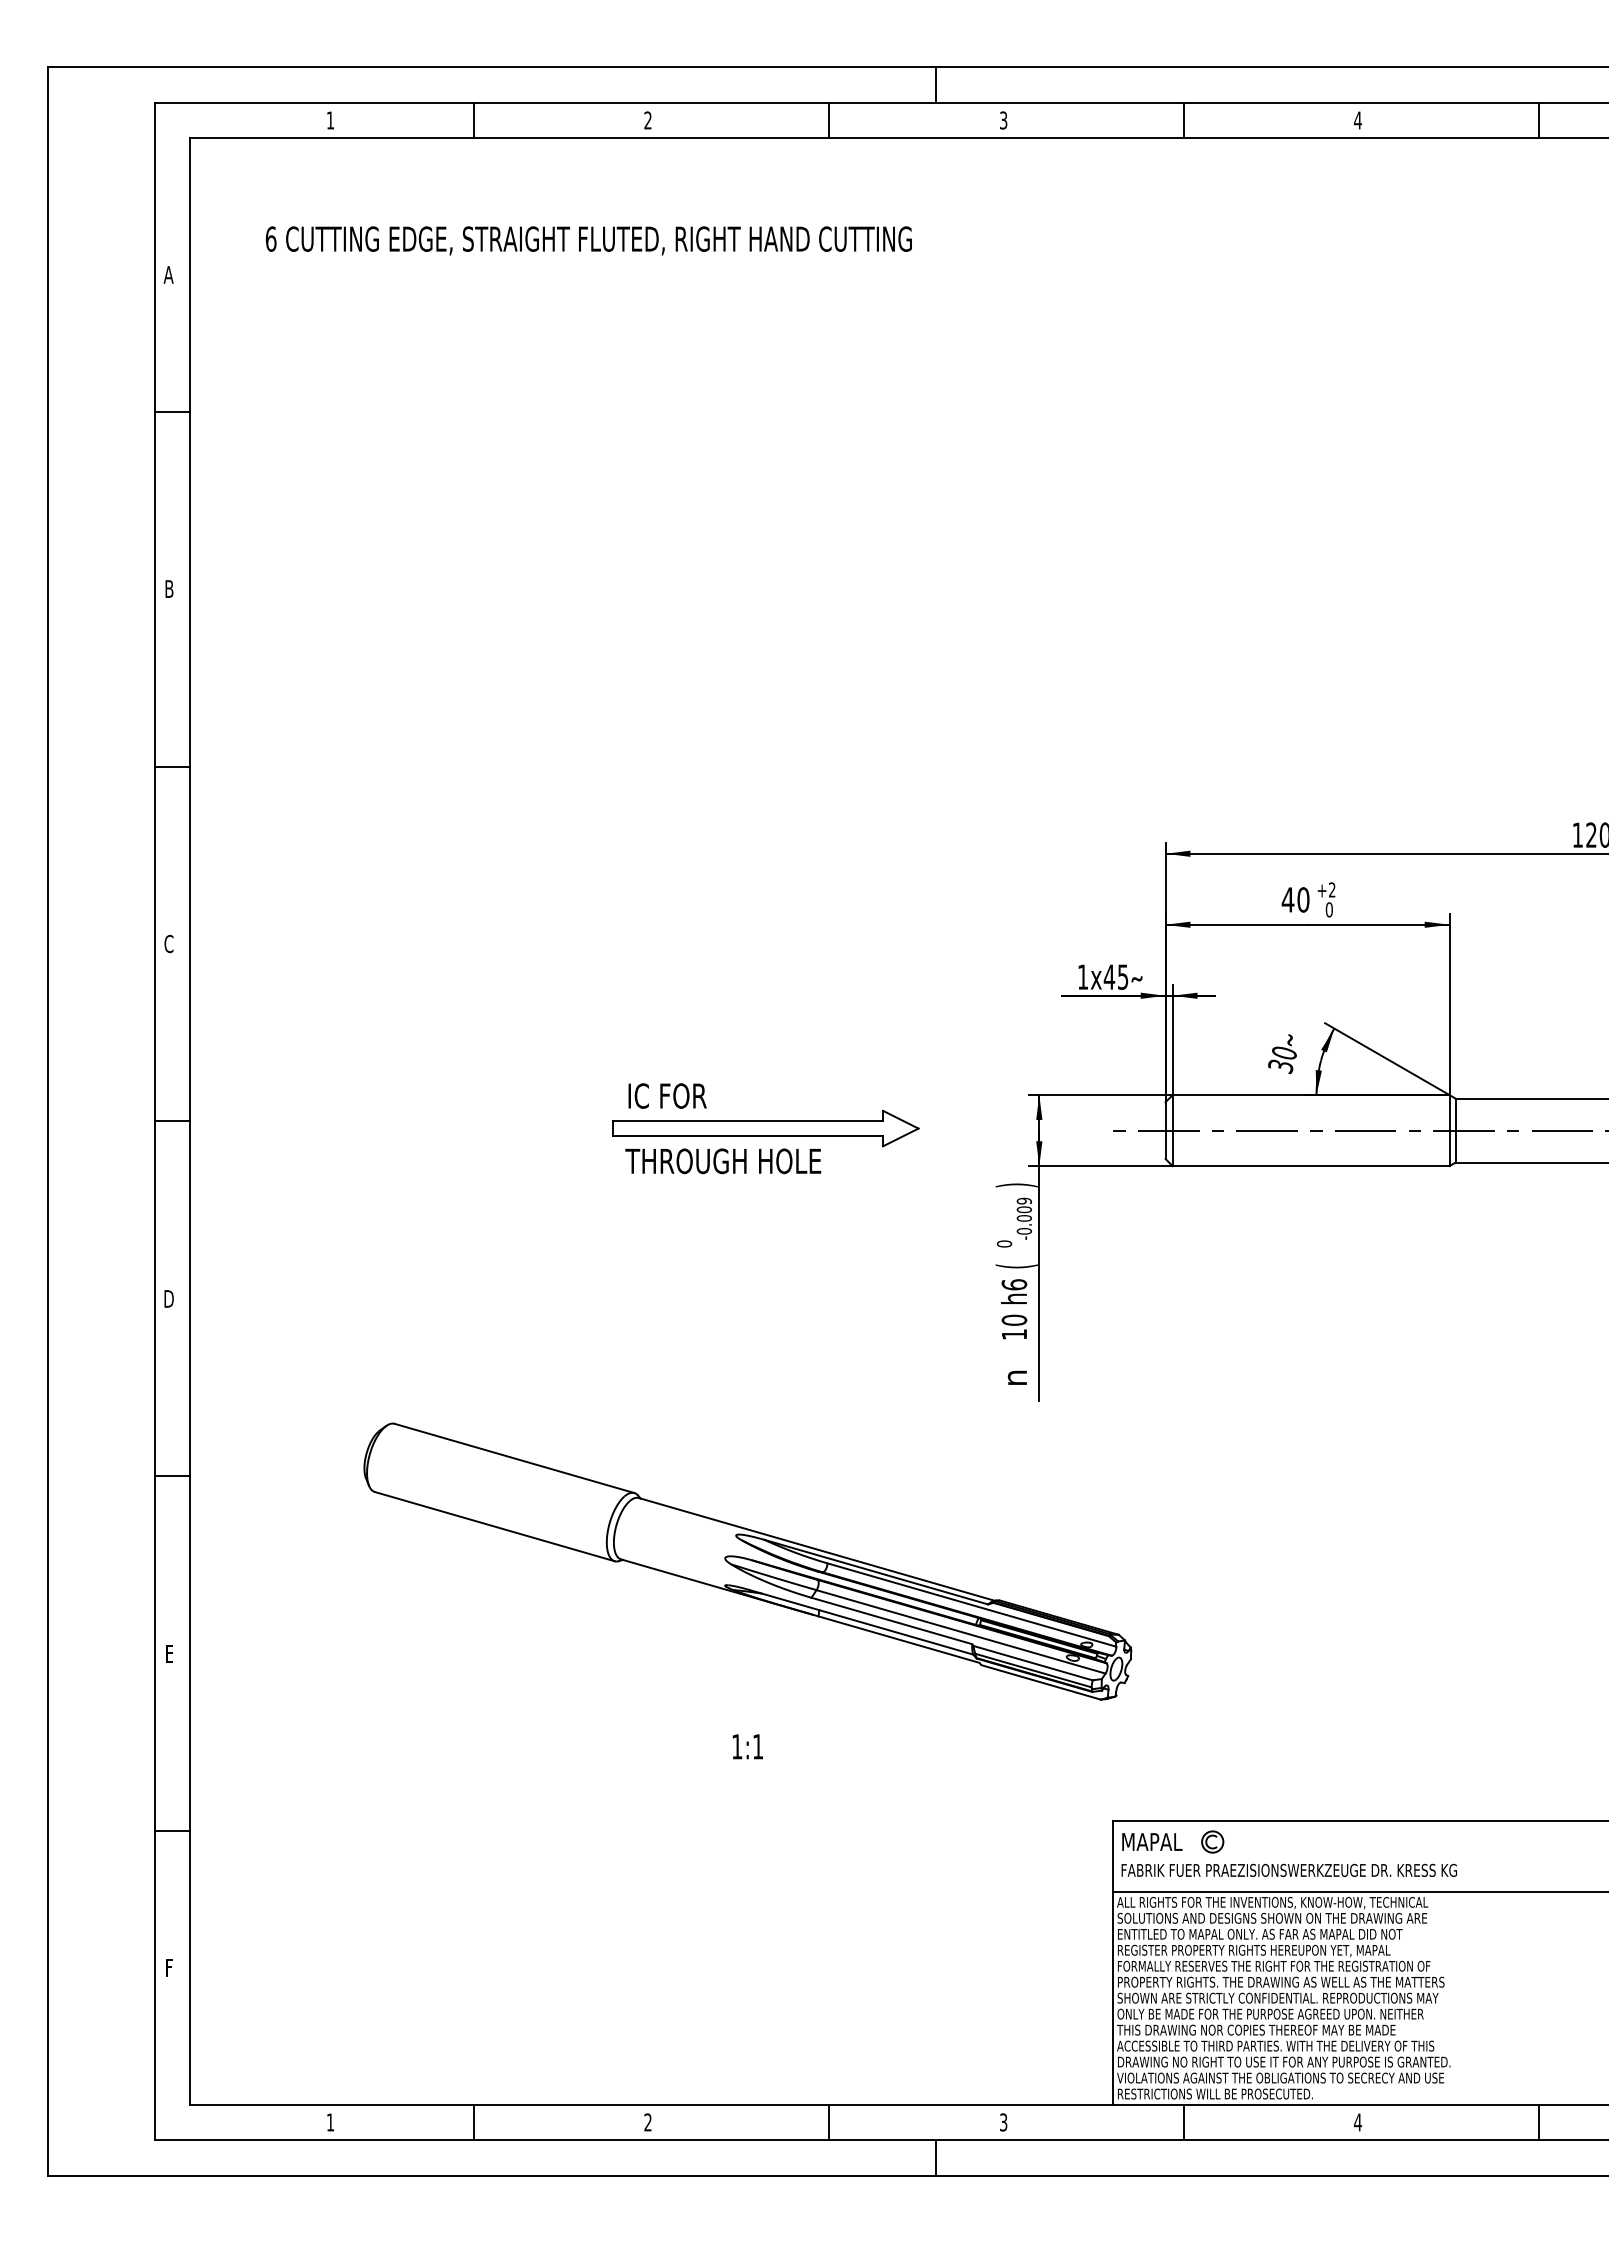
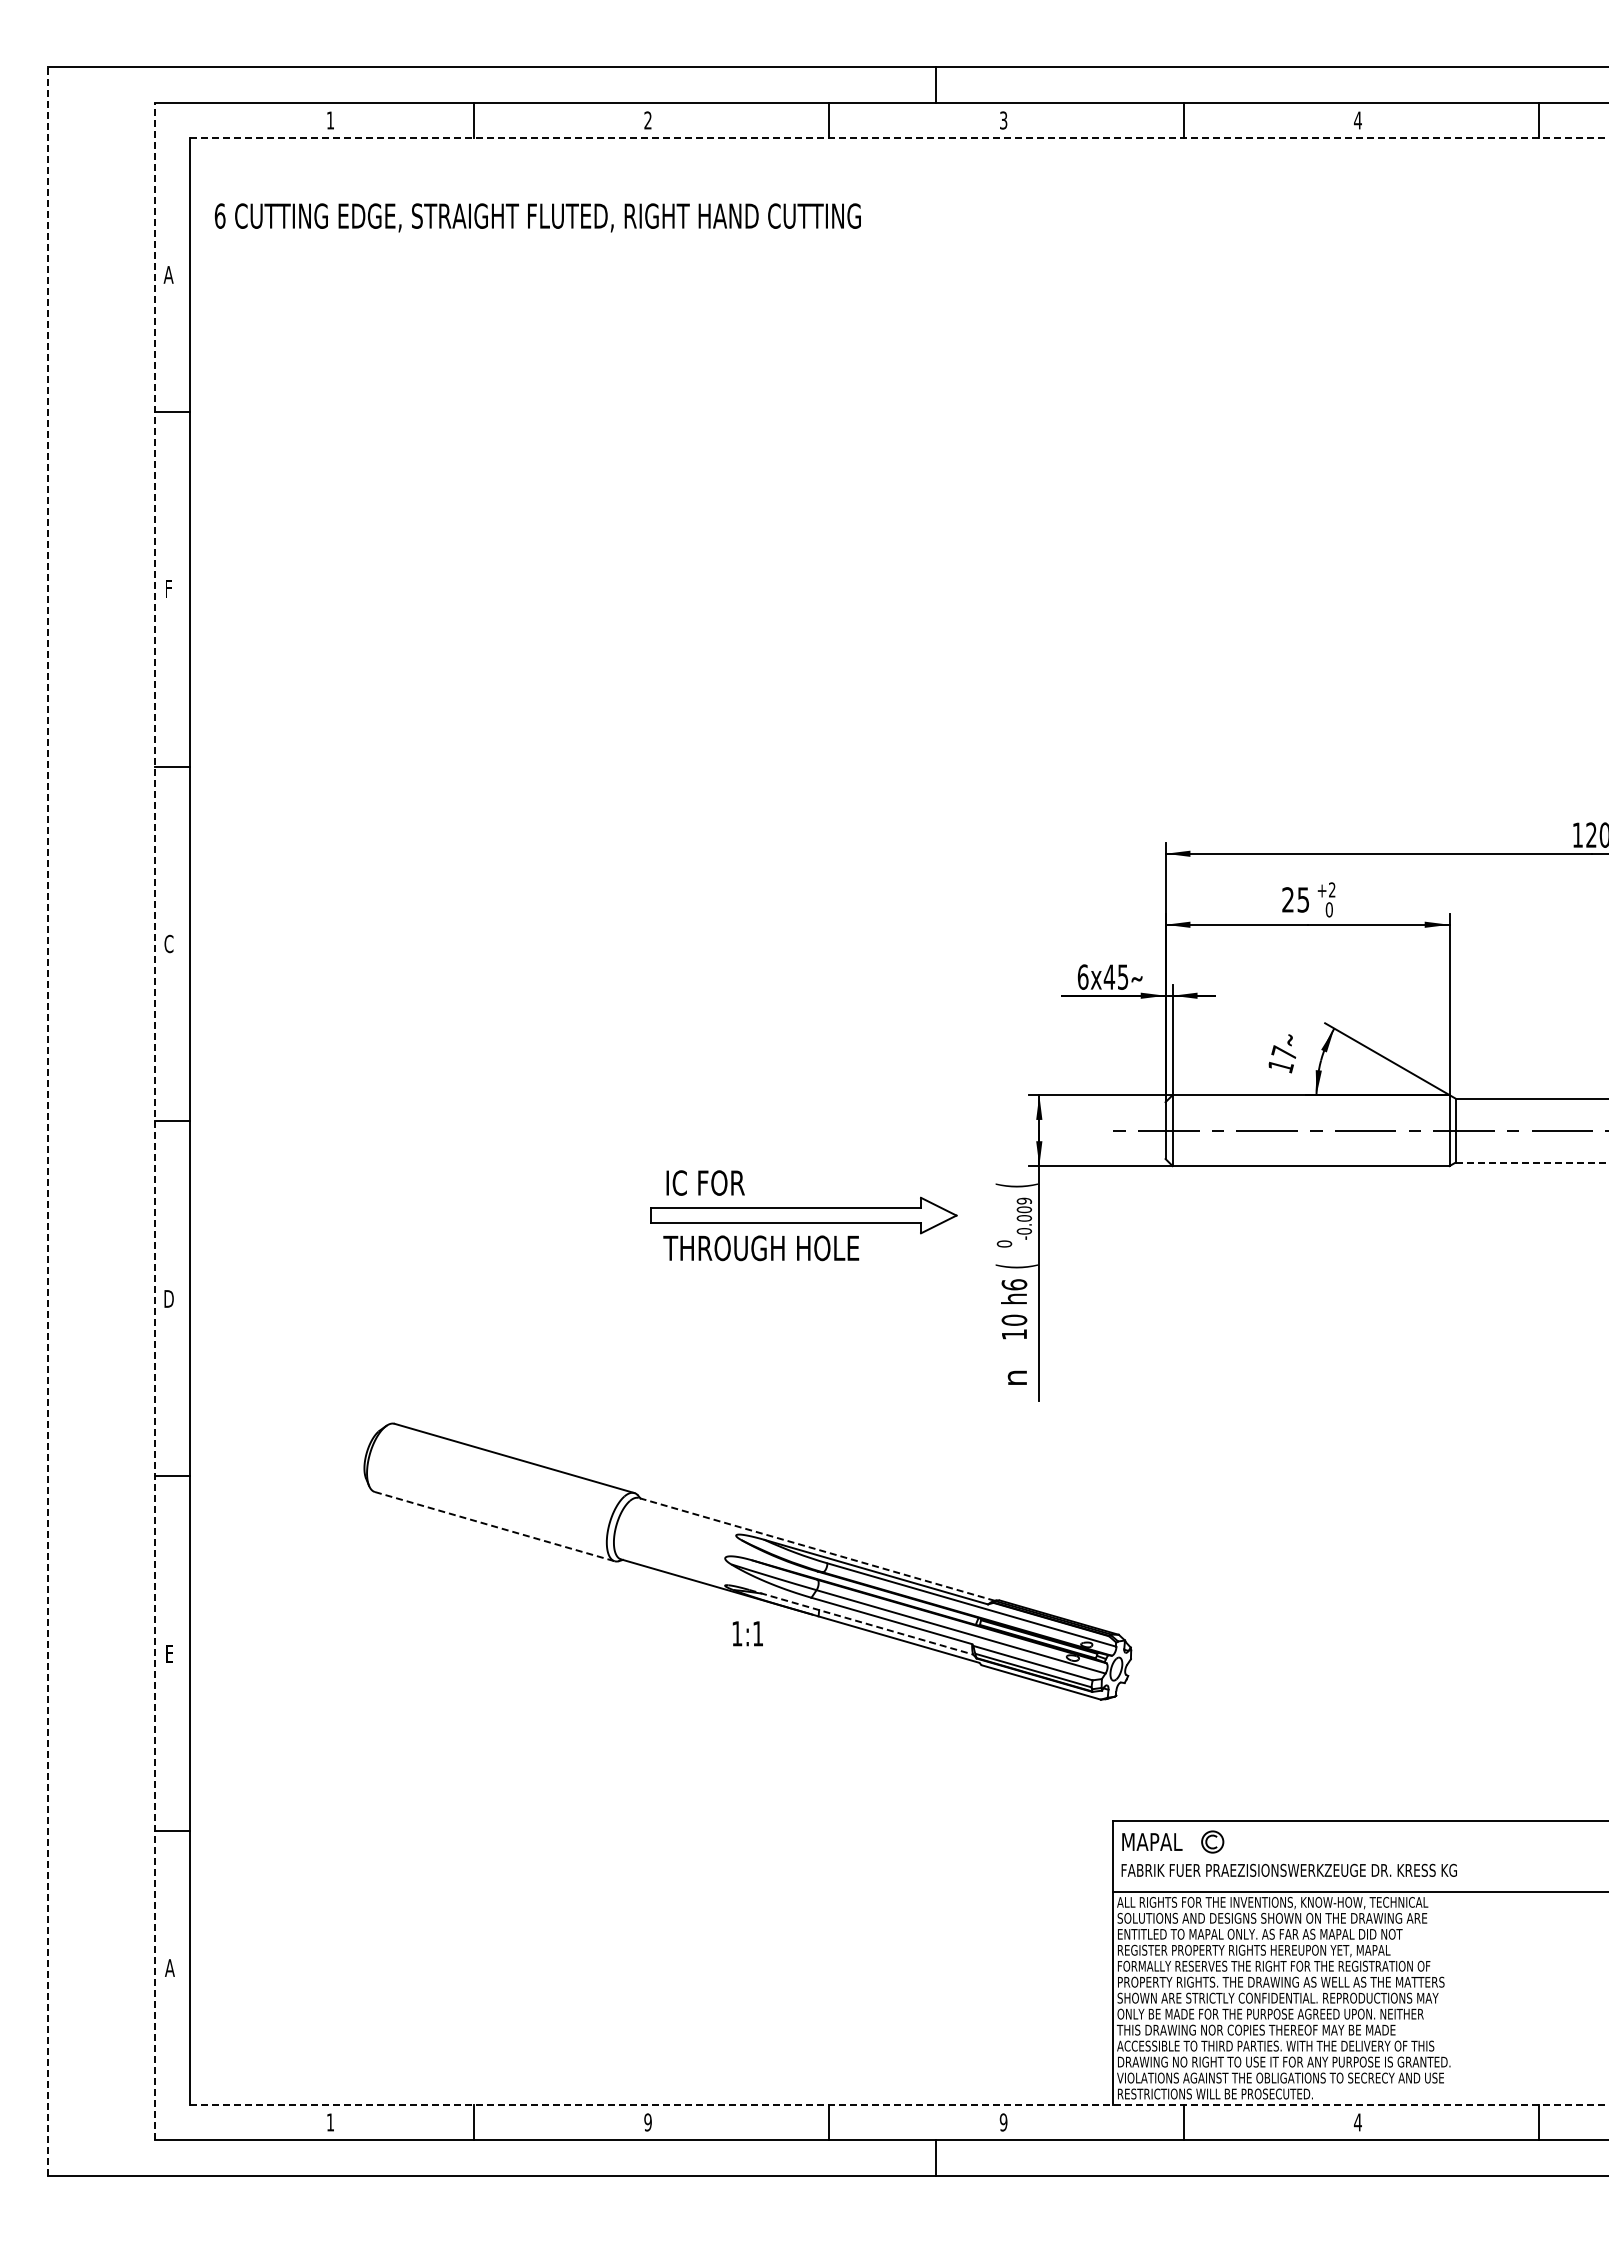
line at (899, 138): solid -> dashed
text at (588, 240) position: (588, 240) -> (537, 217)
text at (169, 588): B -> F
text at (1295, 899): 40 -> 25
text at (1082, 976): 1x45 -> 6x45
text at (1282, 1059): 30 -> 17
line at (48, 1121): solid -> dashed
line at (154, 1121): solid -> dashed
part at (765, 1128) position: (765, 1128) -> (803, 1215)
line at (1532, 1162): solid -> dashed
text at (1016, 1185): ) -> (
line at (494, 1526): solid -> dashed
line at (816, 1549): solid -> dashed
line at (861, 1622): solid -> dashed
text at (747, 1746) position: (747, 1746) -> (747, 1633)
text at (169, 1967): F -> A
line at (899, 2104): solid -> dashed
text at (647, 2122): 2 -> 9
text at (1003, 2122): 3 -> 9
